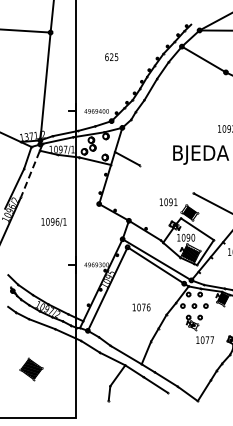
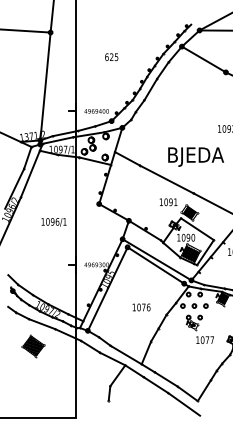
text at (200, 154) position: (200, 154) -> (195, 156)
line at (30, 174): dashed -> solid
line at (166, 179): none -> present
part at (31, 369) position: (31, 369) -> (33, 346)
line at (184, 404): none -> present
